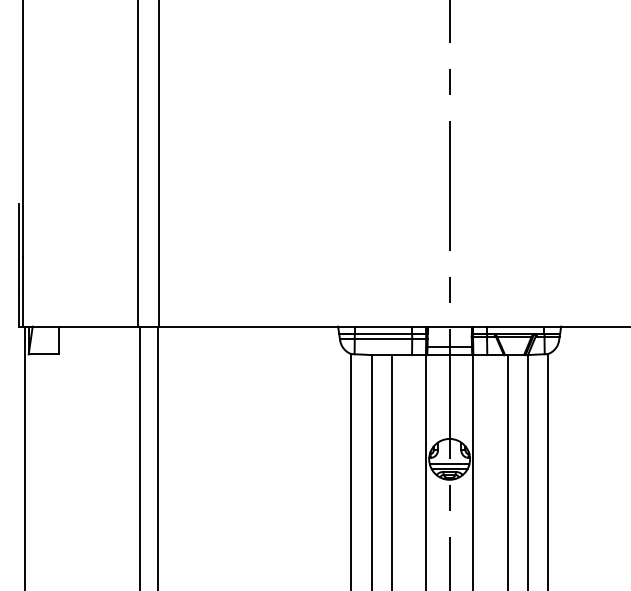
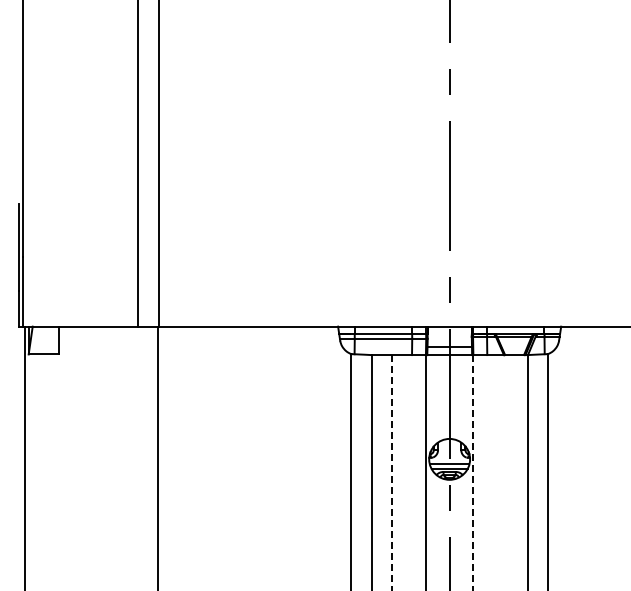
line at (140, 456): present -> none
line at (507, 471): present -> none
line at (391, 472): solid -> dashed
line at (472, 472): solid -> dashed
